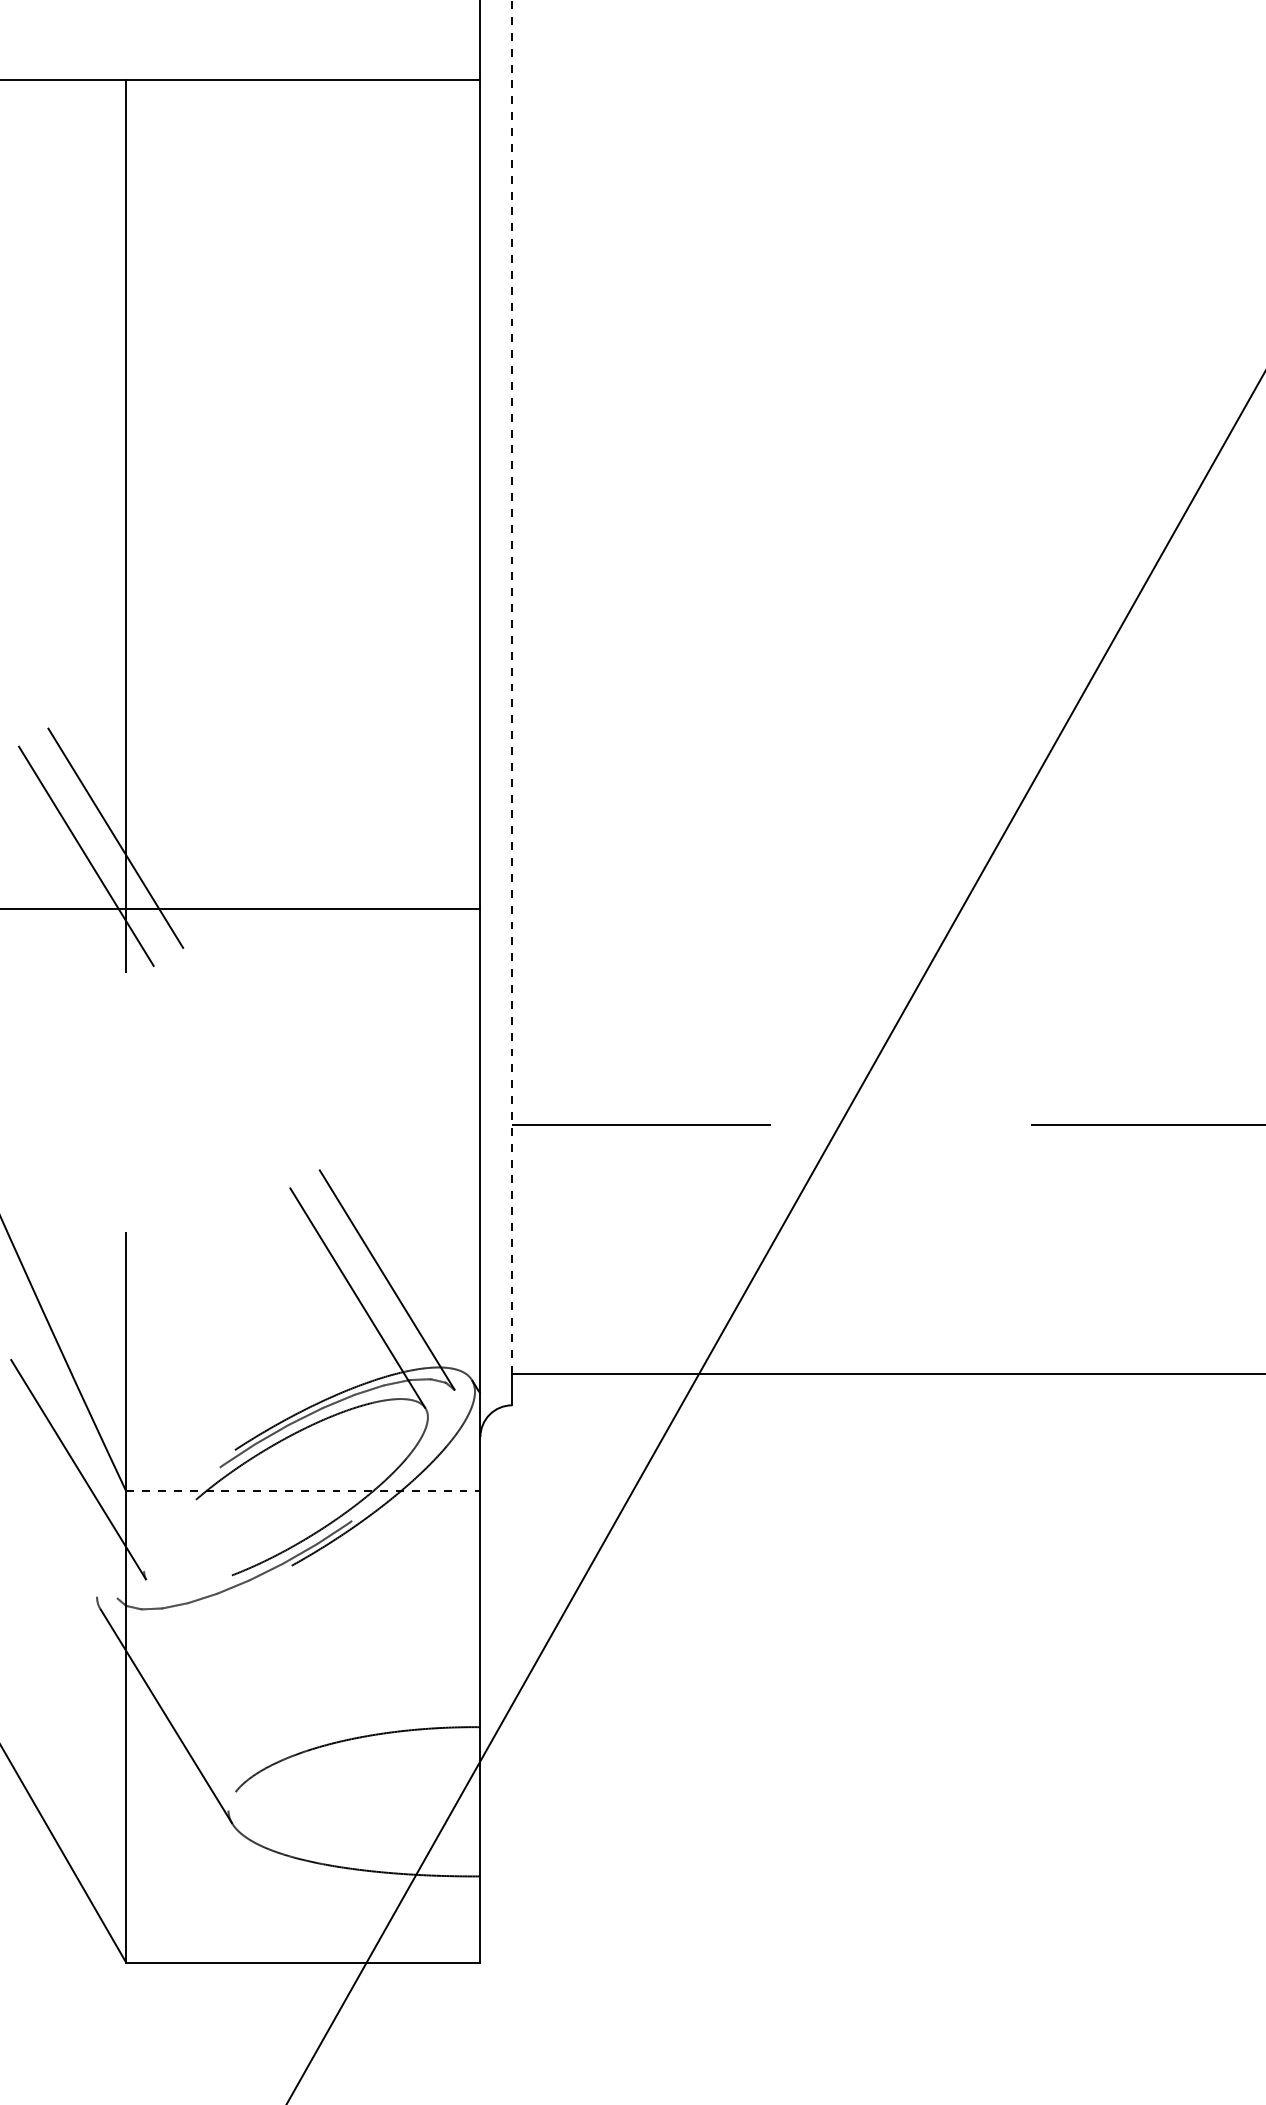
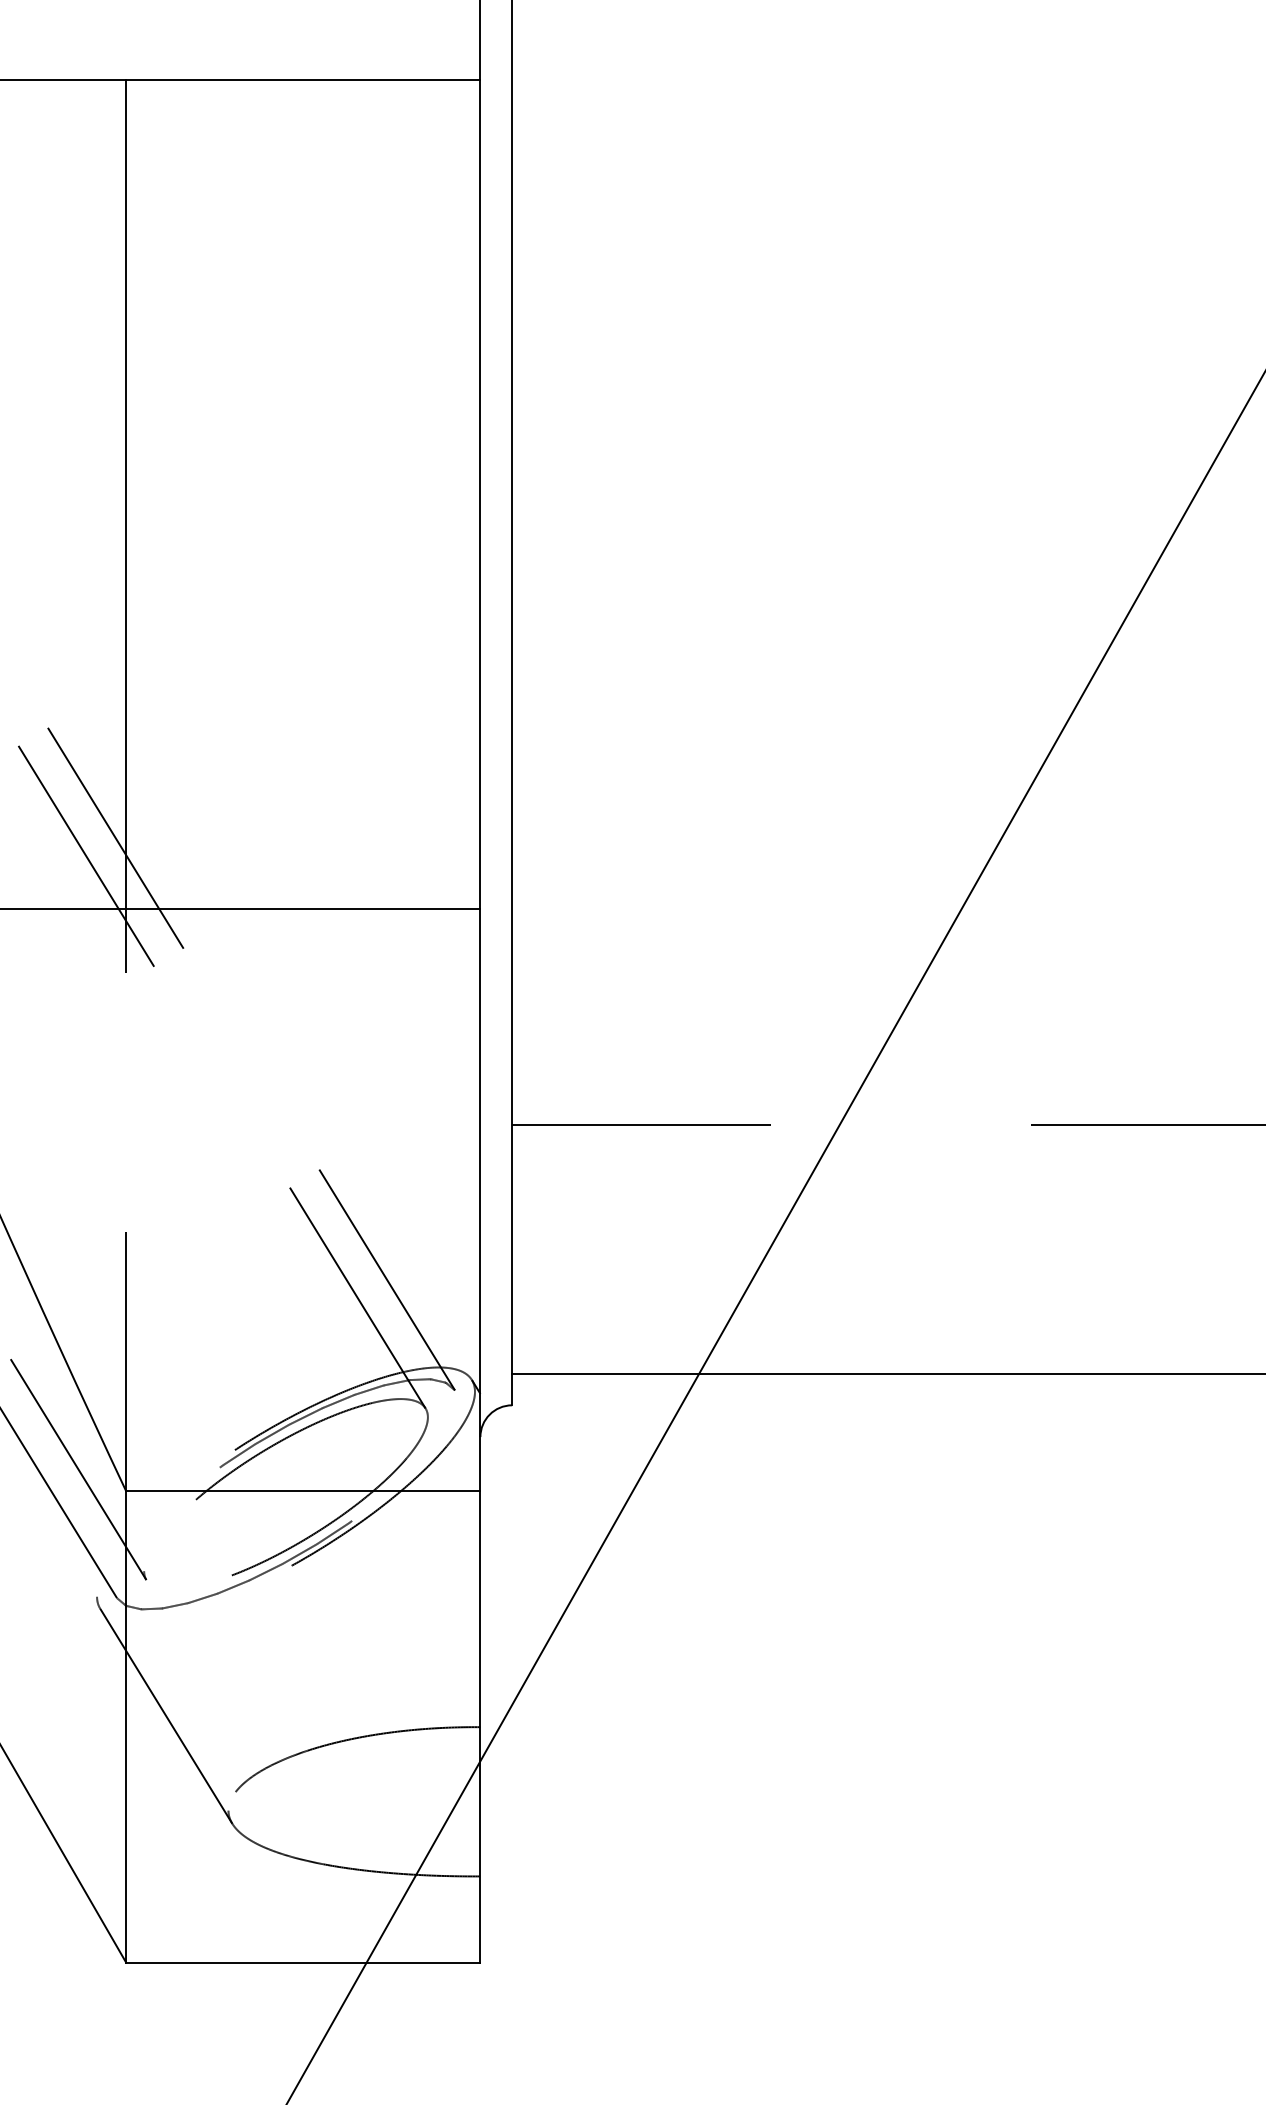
line at (512, 686): dashed -> solid
line at (303, 1491): dashed -> solid
line at (59, 1504): none -> present
